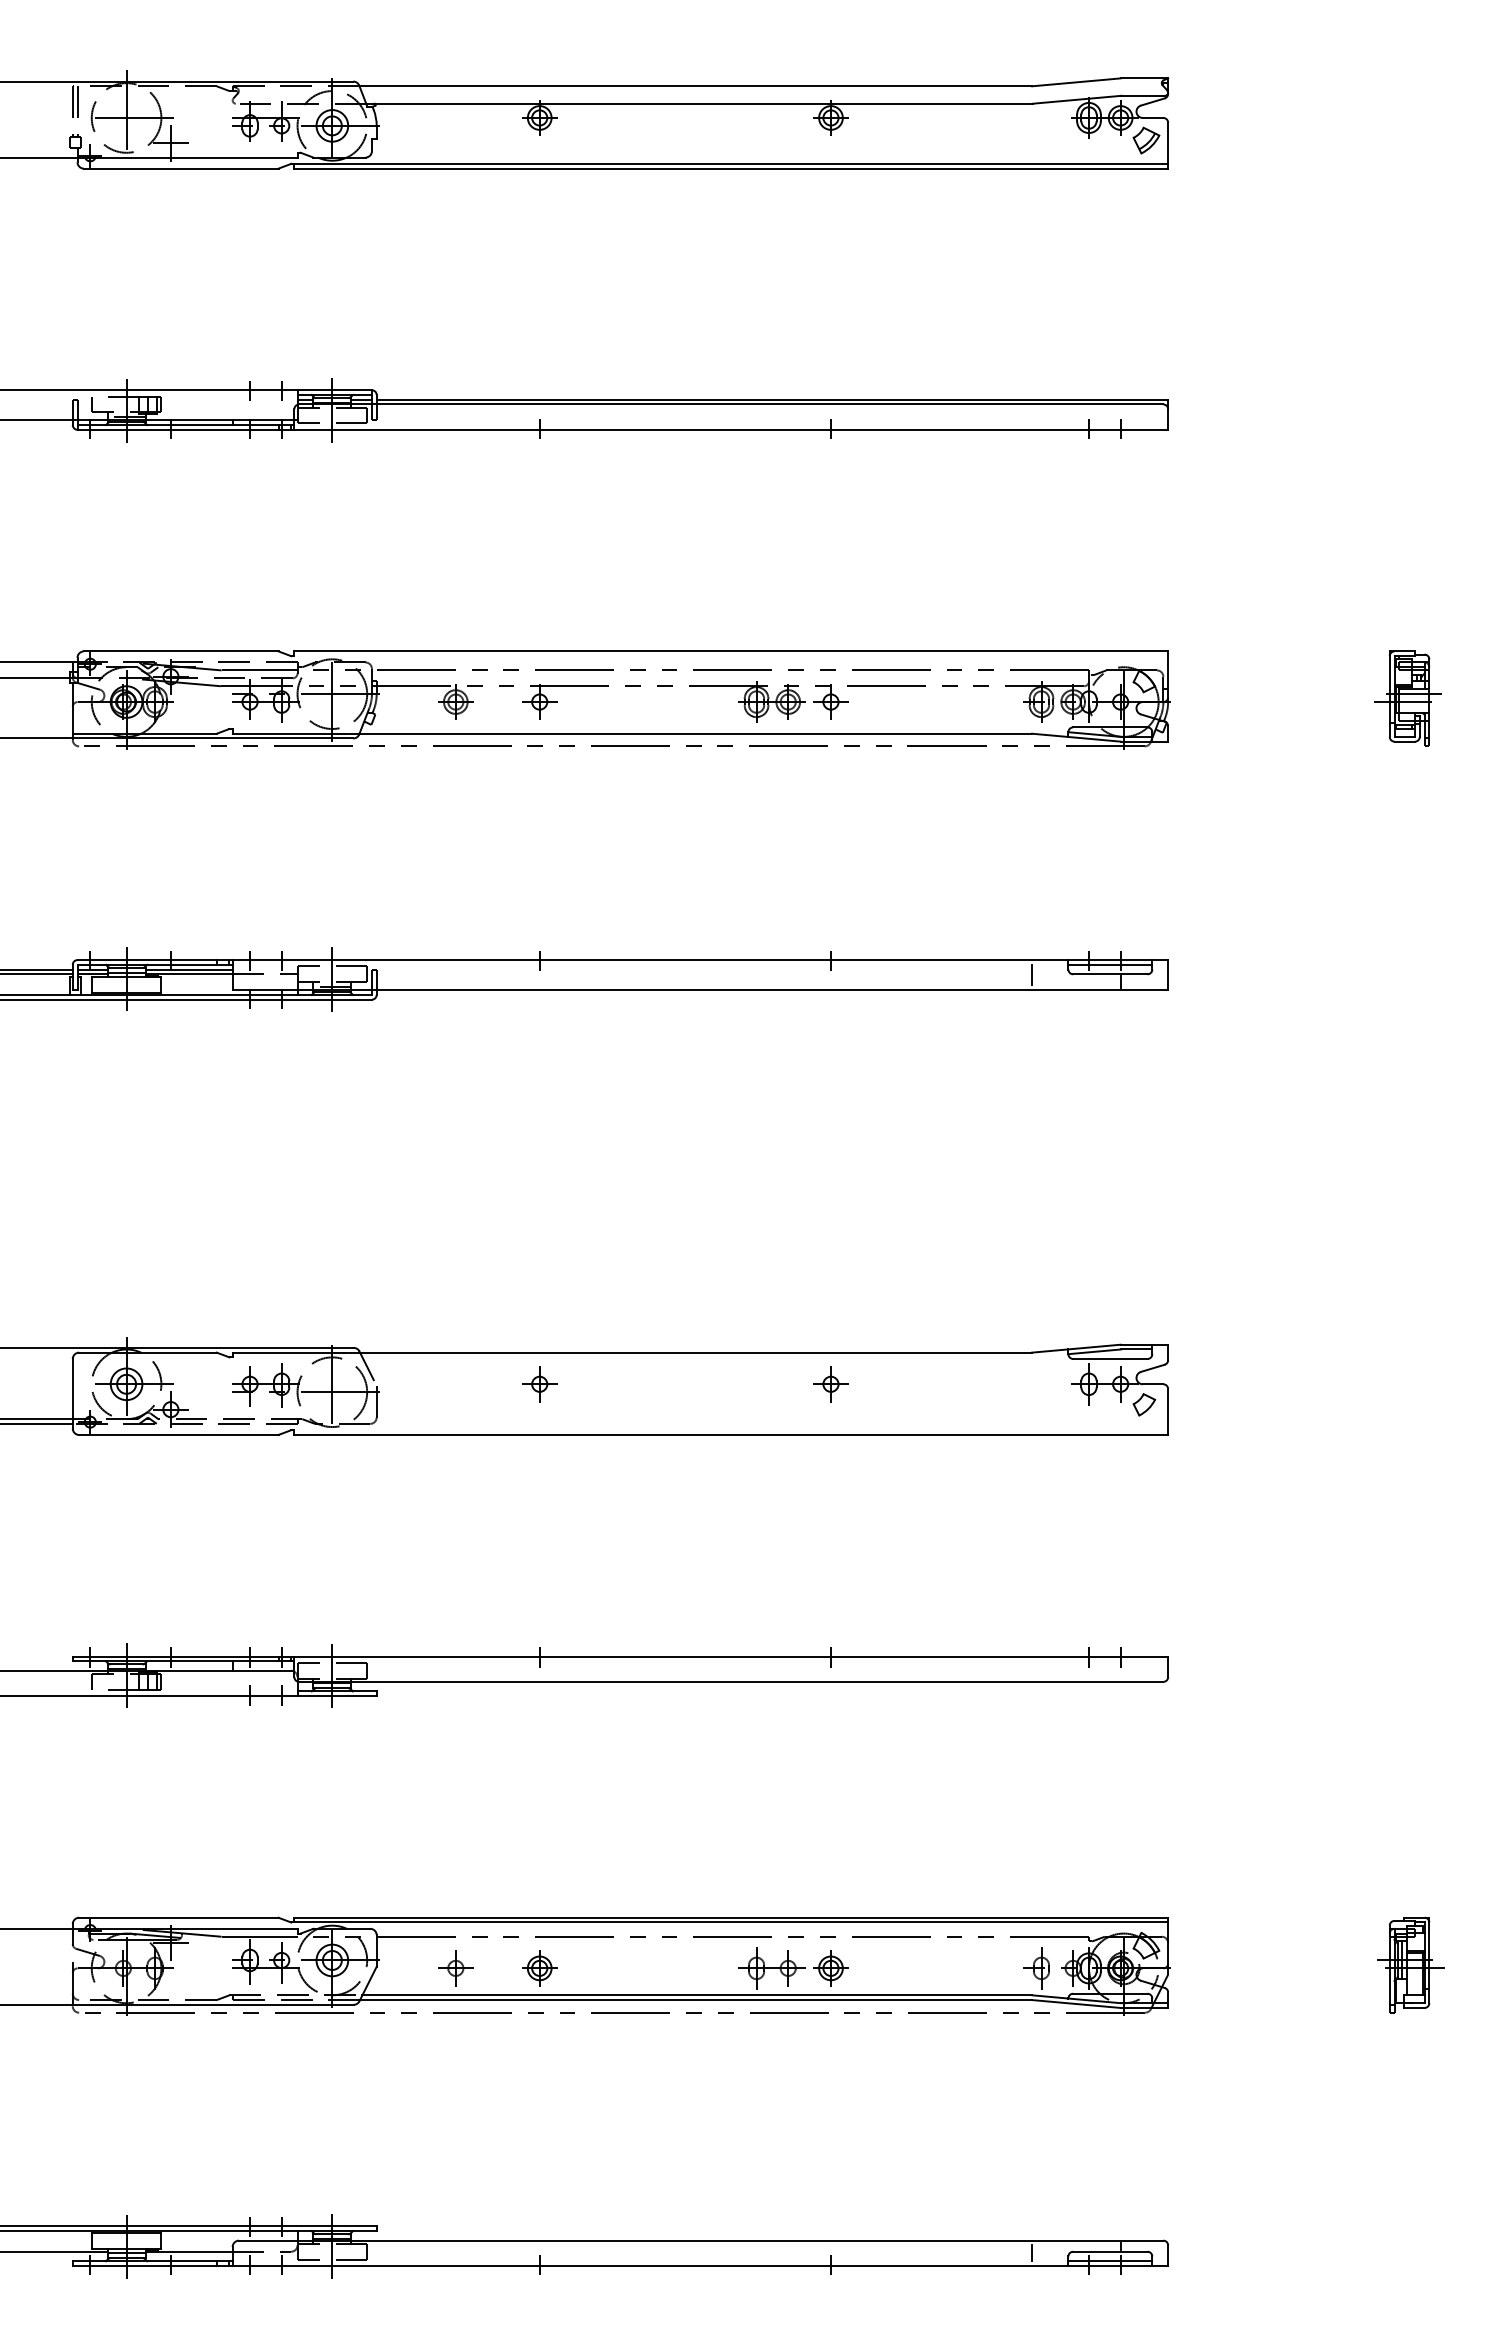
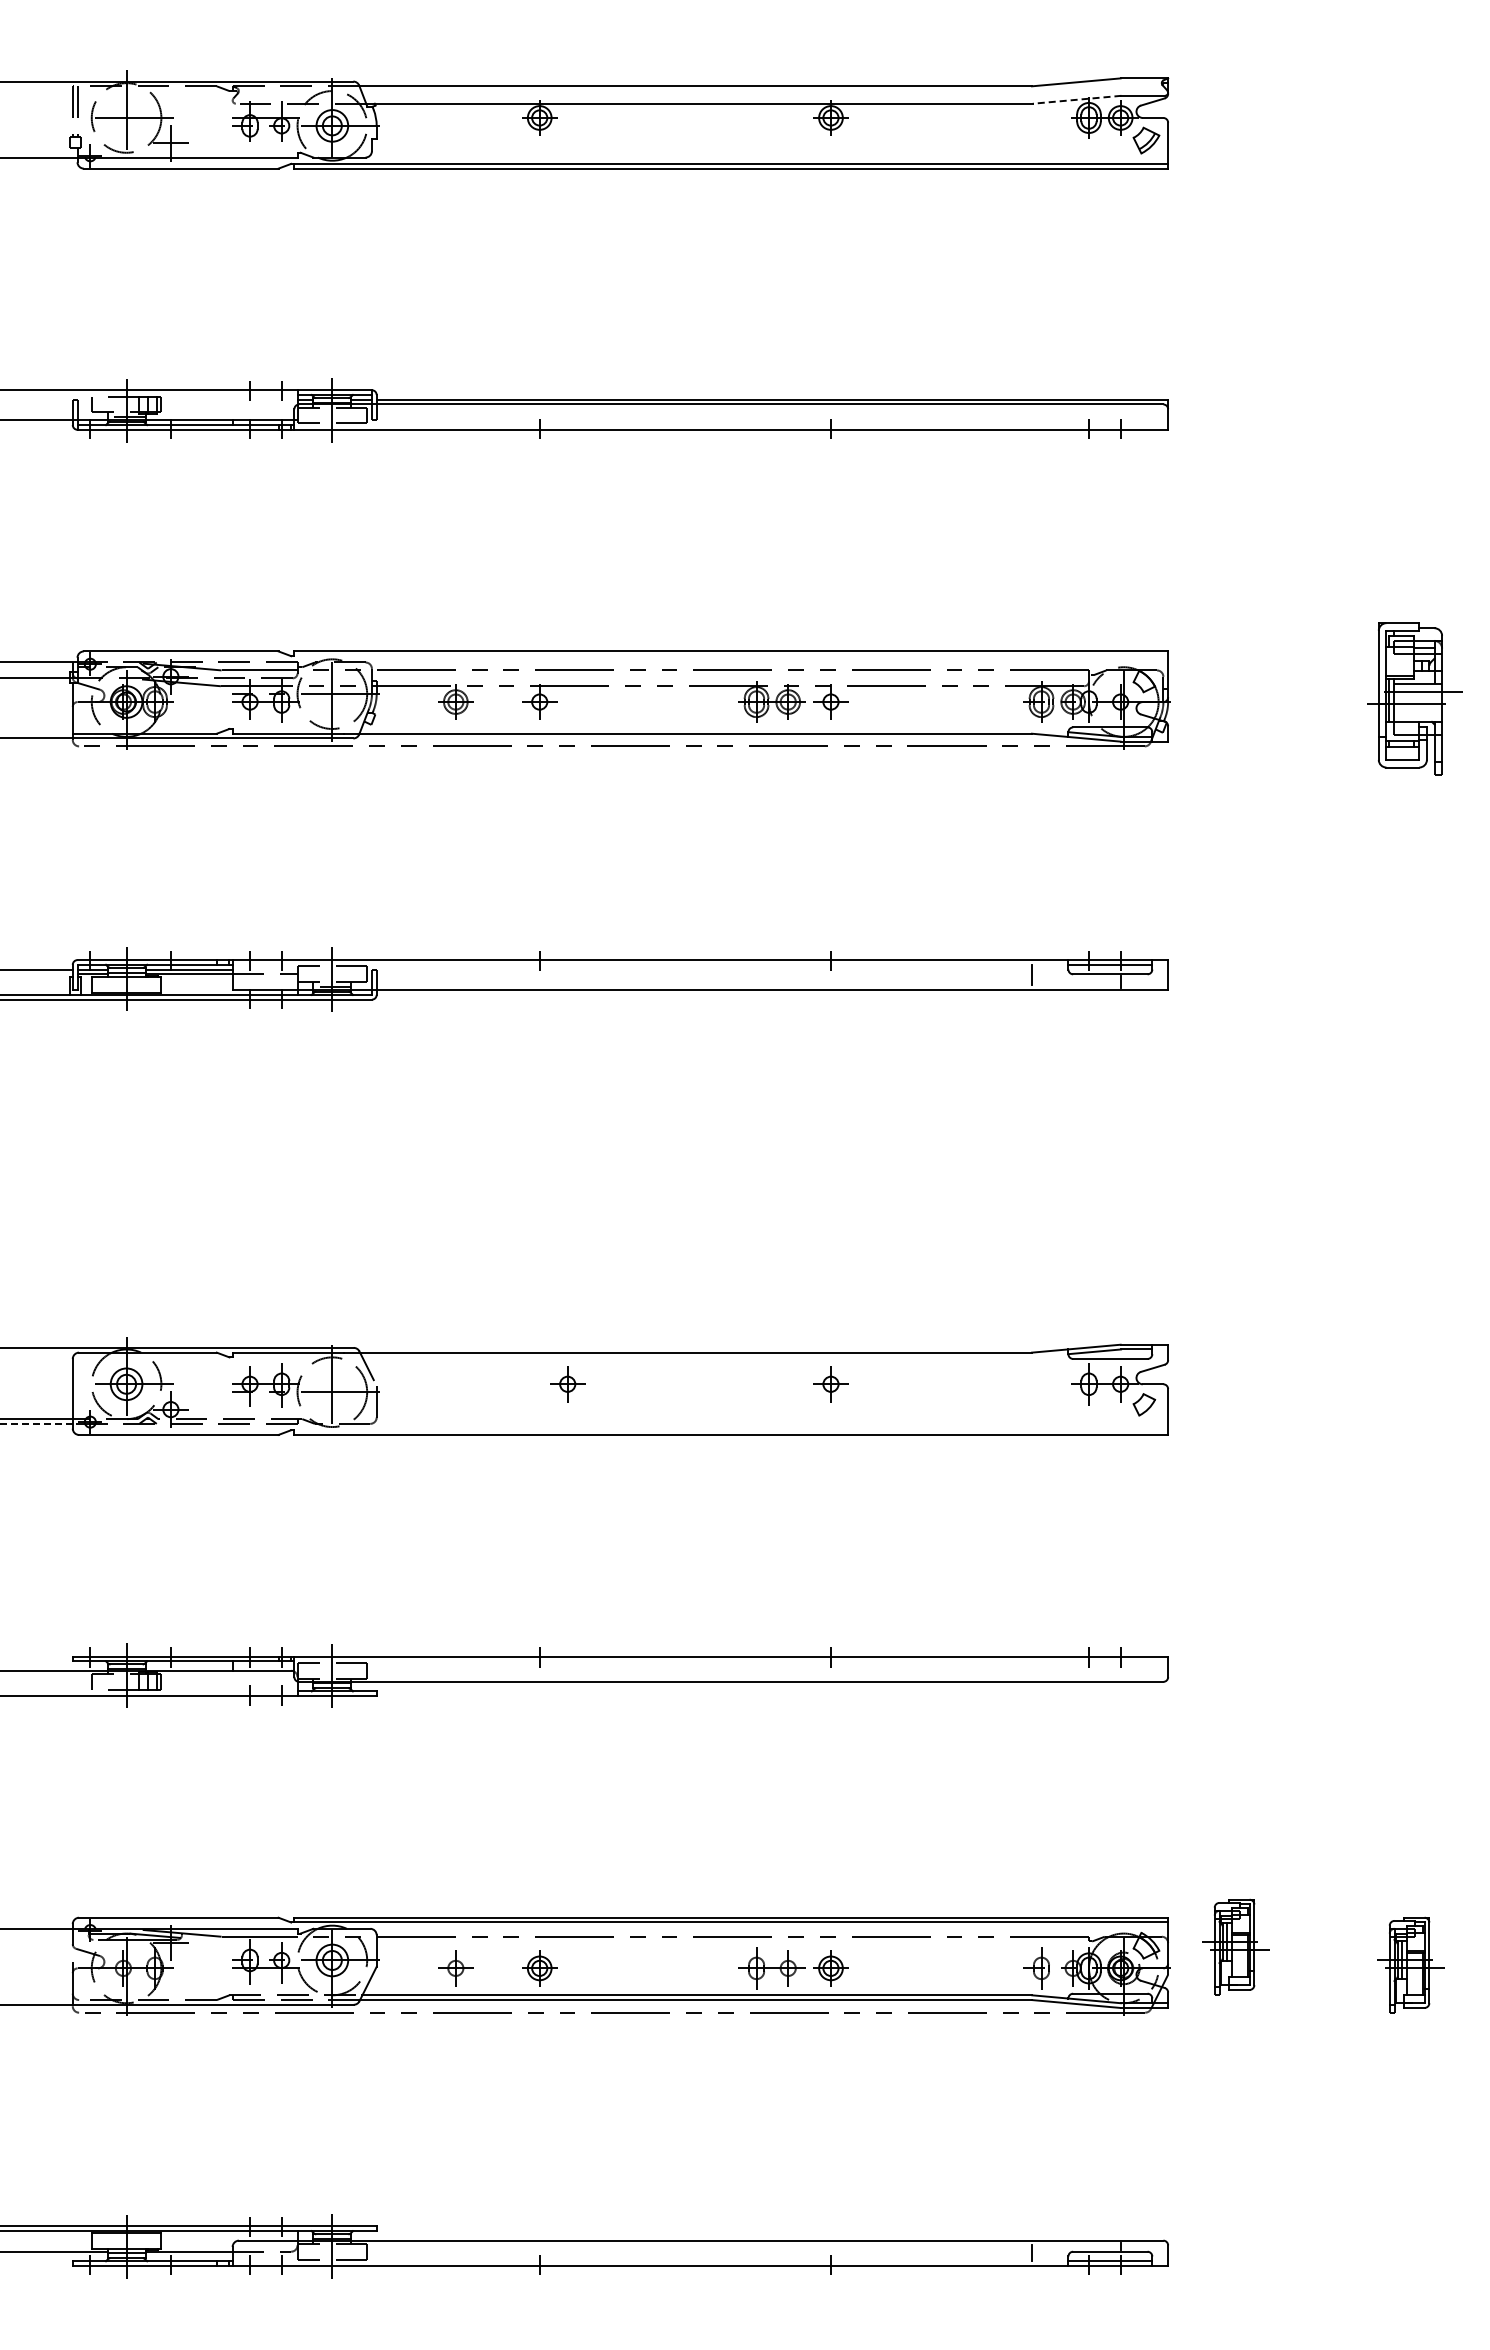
line at (1076, 99): solid -> dashed
part at (1407, 698) size: 68x97 px -> 96x154 px
line at (37, 974): present -> none
part at (539, 1384) position: (539, 1384) -> (567, 1384)
line at (36, 1423): solid -> dashed
part at (1235, 1946): none -> present
